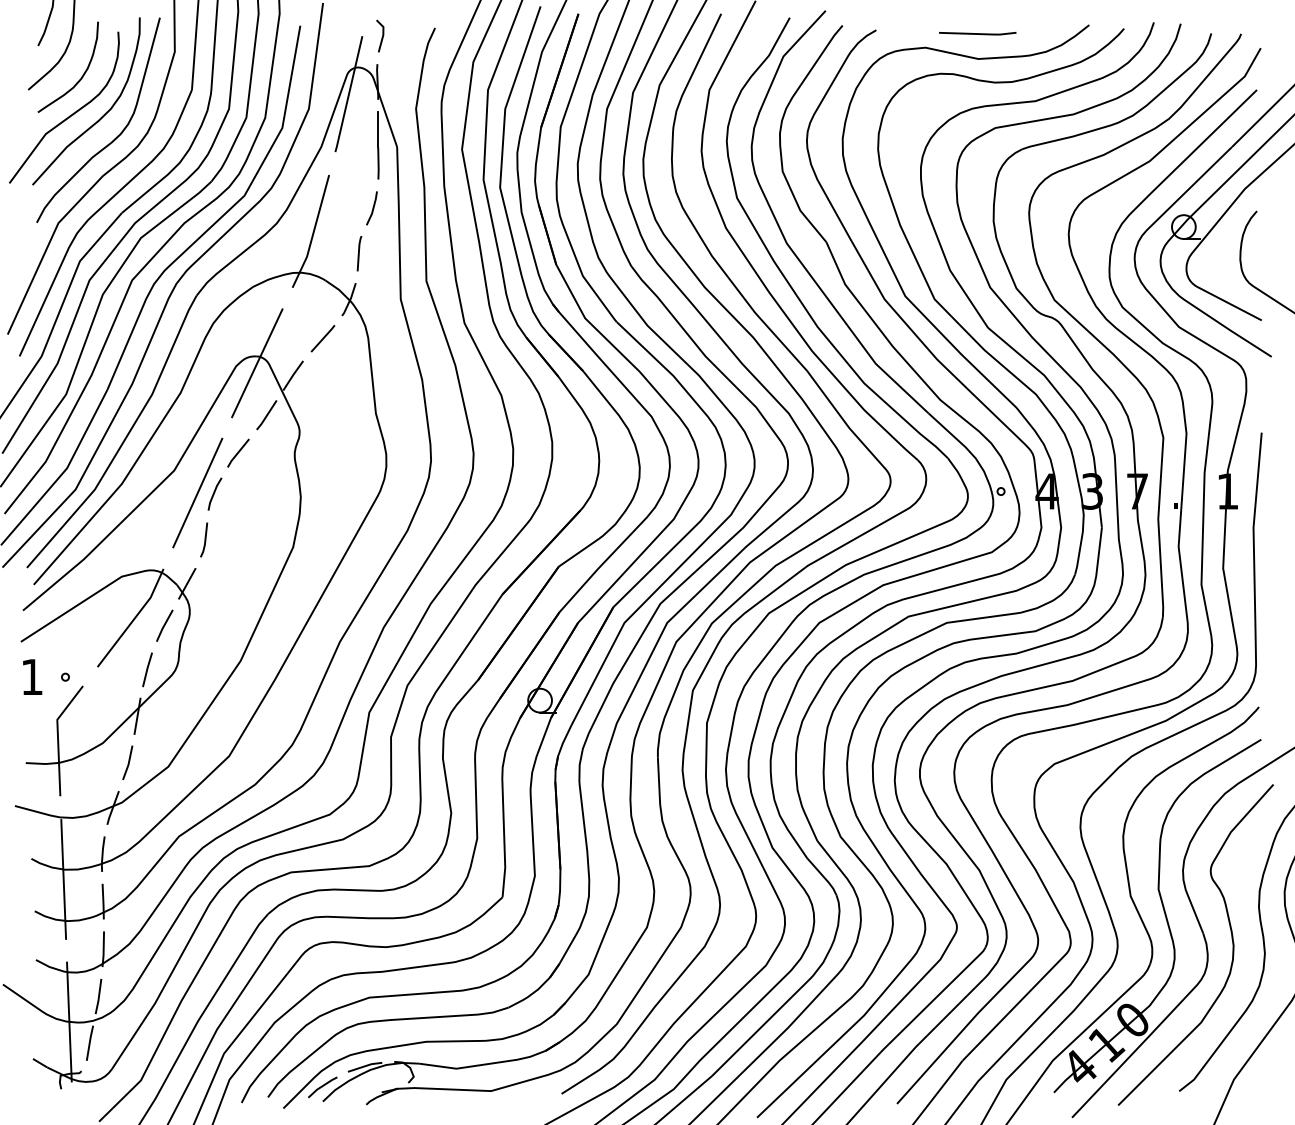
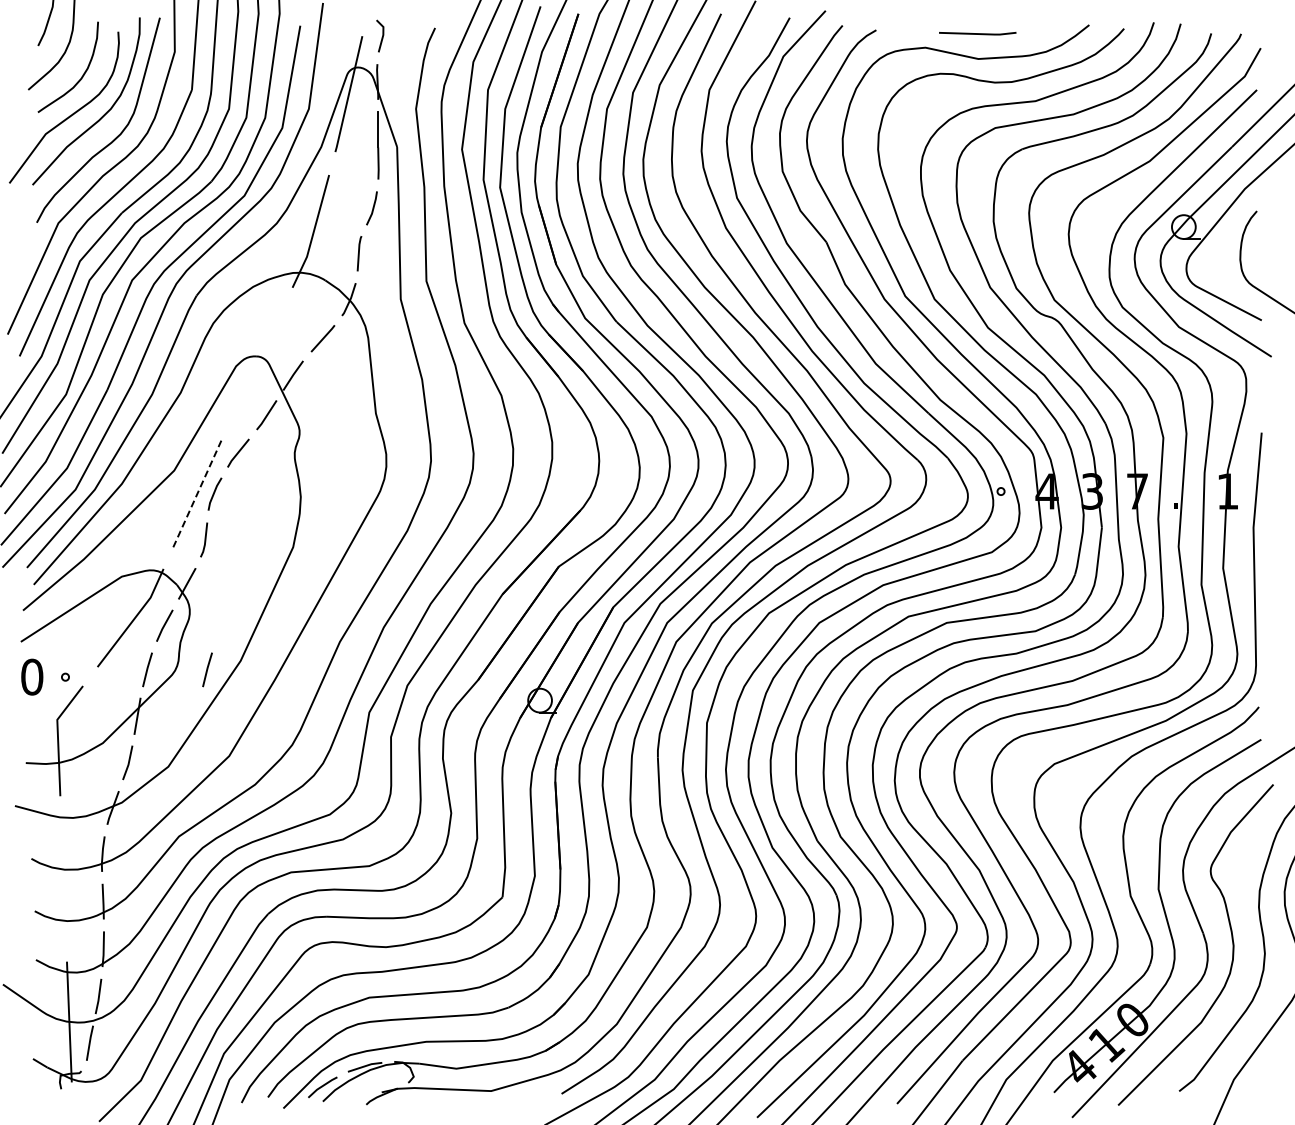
line at (257, 363): present -> none
line at (197, 493): solid -> dashed
line at (207, 669): none -> present
text at (32, 676): 1 -> 0
line at (63, 879): present -> none
